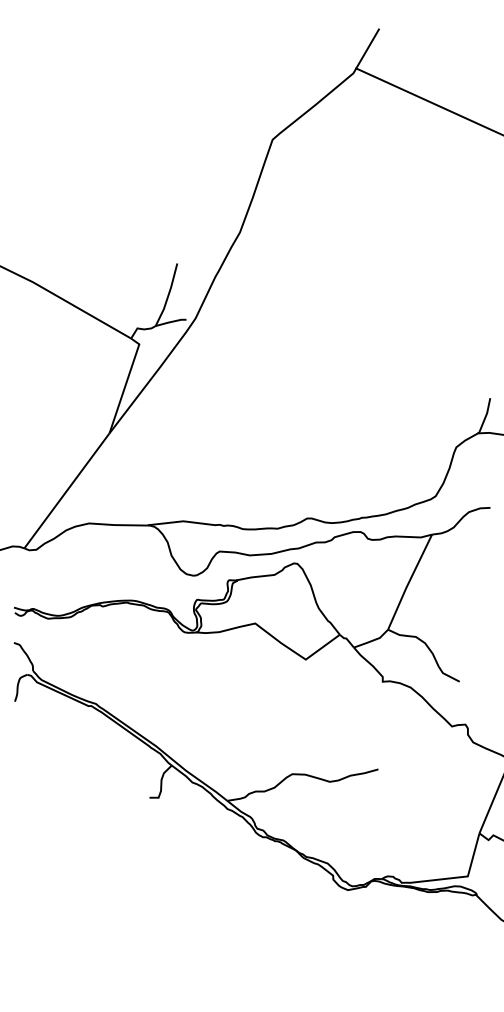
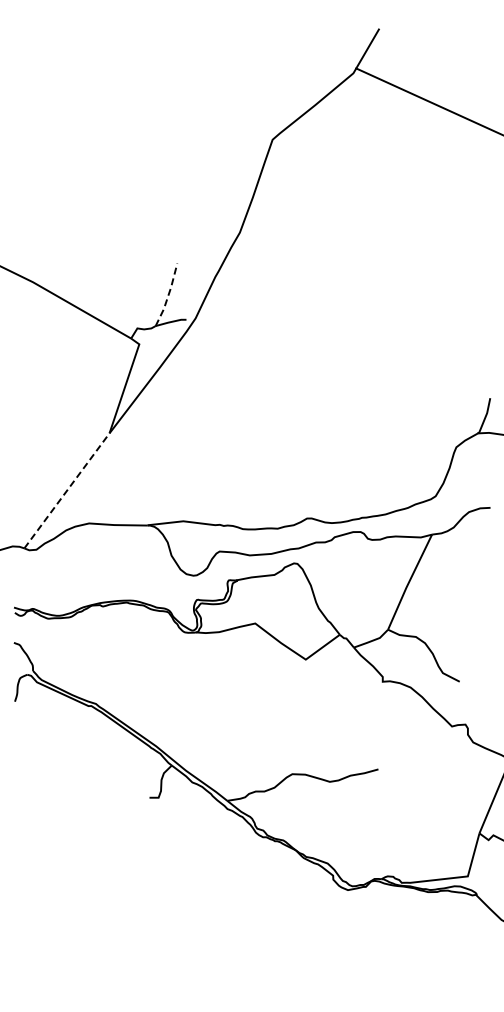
line at (168, 295): solid -> dashed
line at (67, 490): solid -> dashed
